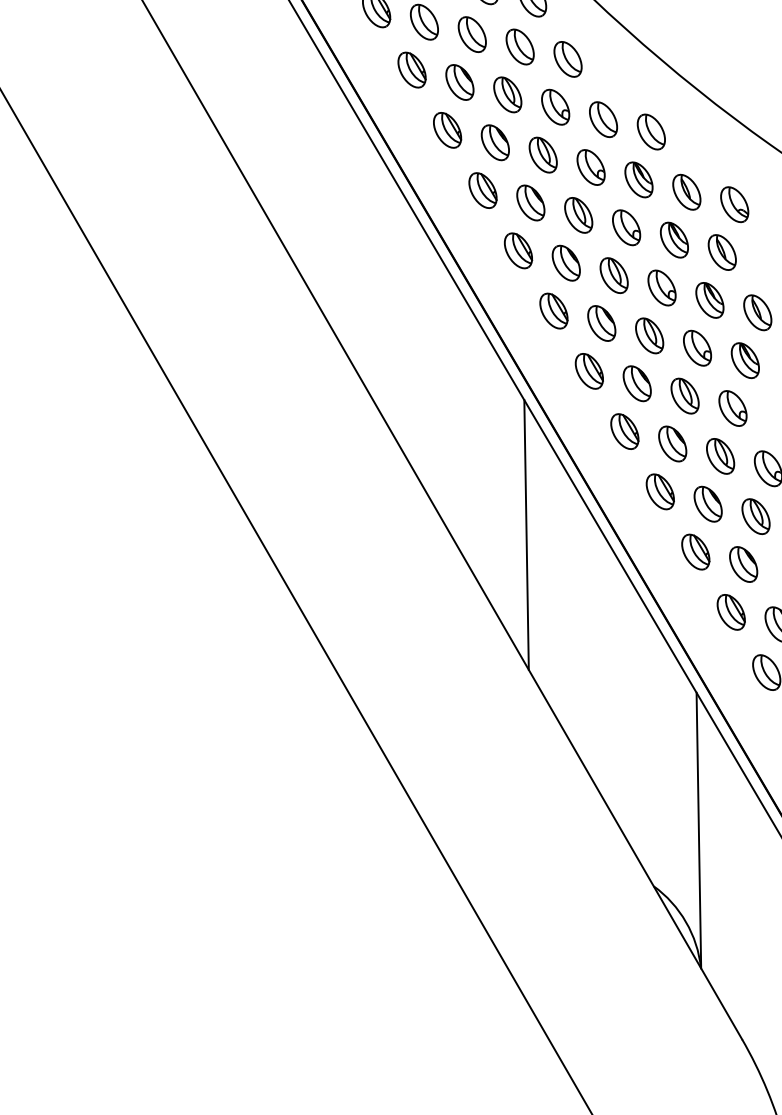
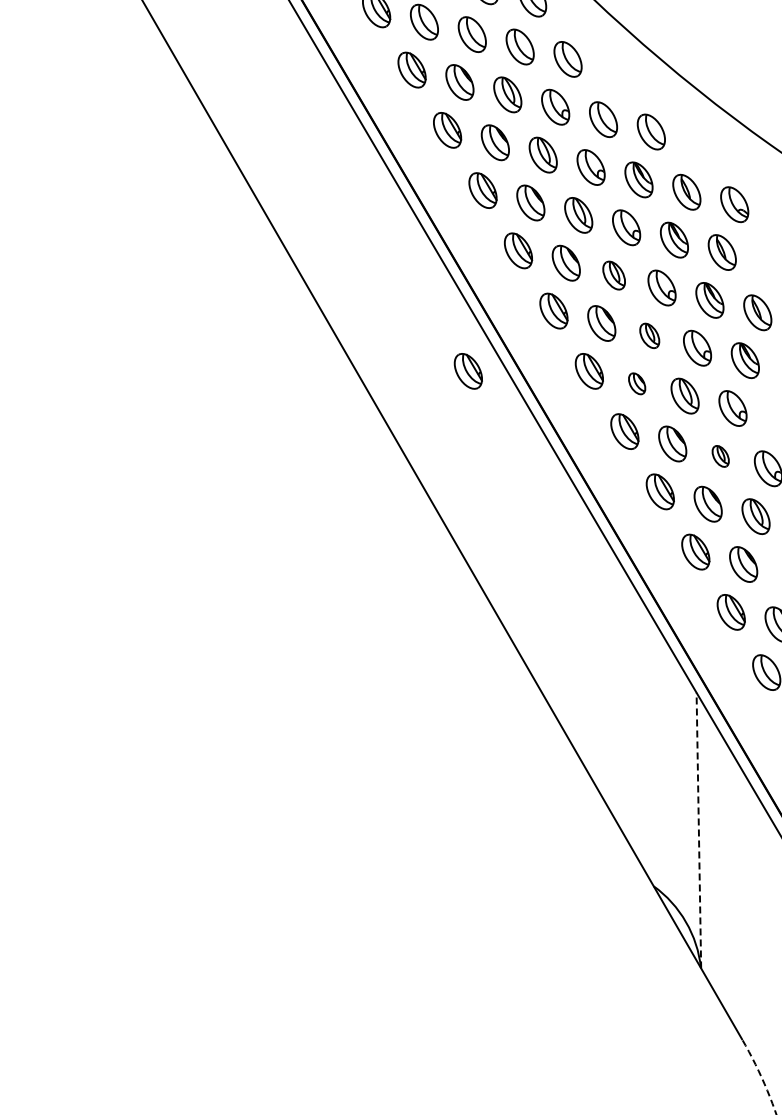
part at (613, 275) size: 30x37 px -> 24x31 px
part at (649, 335) size: 30x38 px -> 22x27 px
part at (467, 371): none -> present
part at (636, 383) size: 30x38 px -> 19x24 px
part at (720, 456) size: 30x37 px -> 19x23 px
line at (526, 534): present -> none
line at (296, 601): present -> none
line at (698, 830): solid -> dashed
arc at (760, 1076): solid -> dashed
